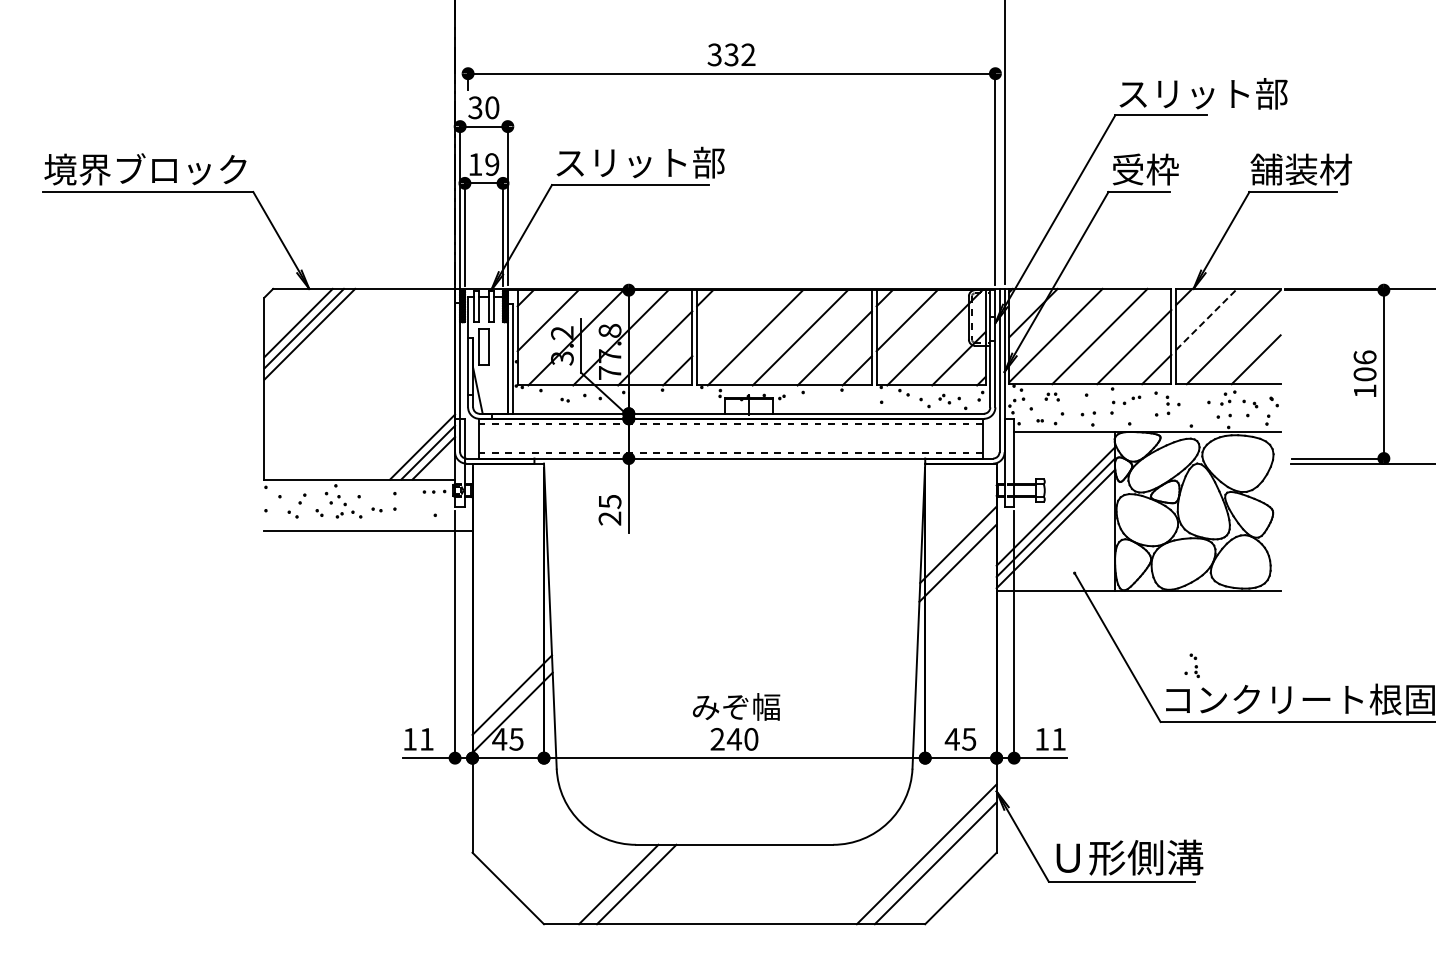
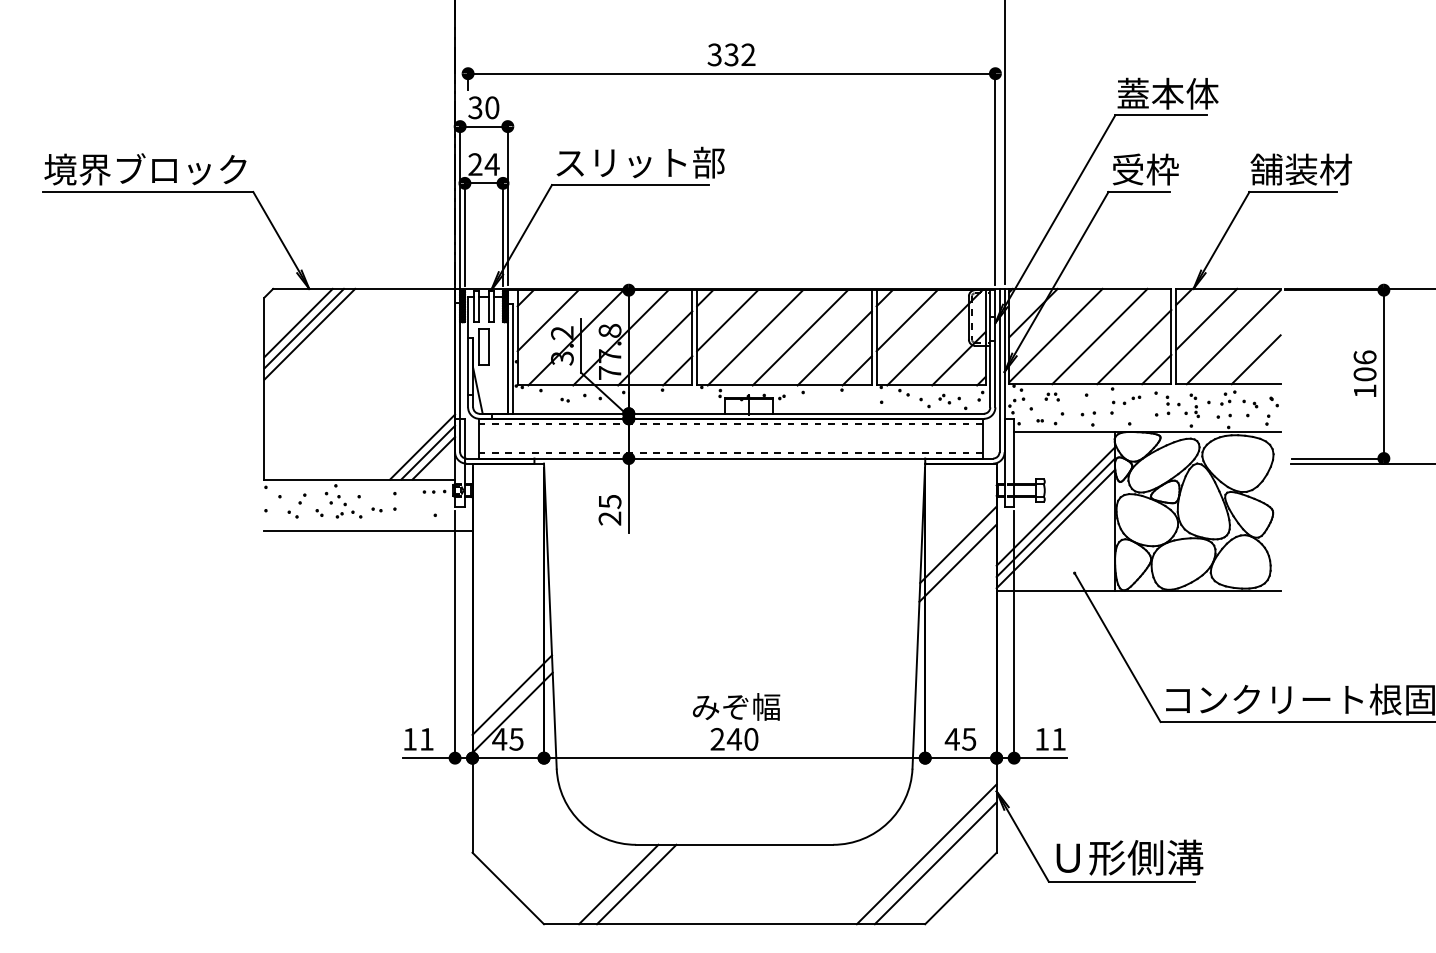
text at (1202, 93): スリット部 -> 蓋本体
text at (483, 164): 19 -> 24
line at (1207, 319): dashed -> solid
line at (727, 320): none -> present
part at (1191, 665) position: (1191, 665) -> (1191, 405)
